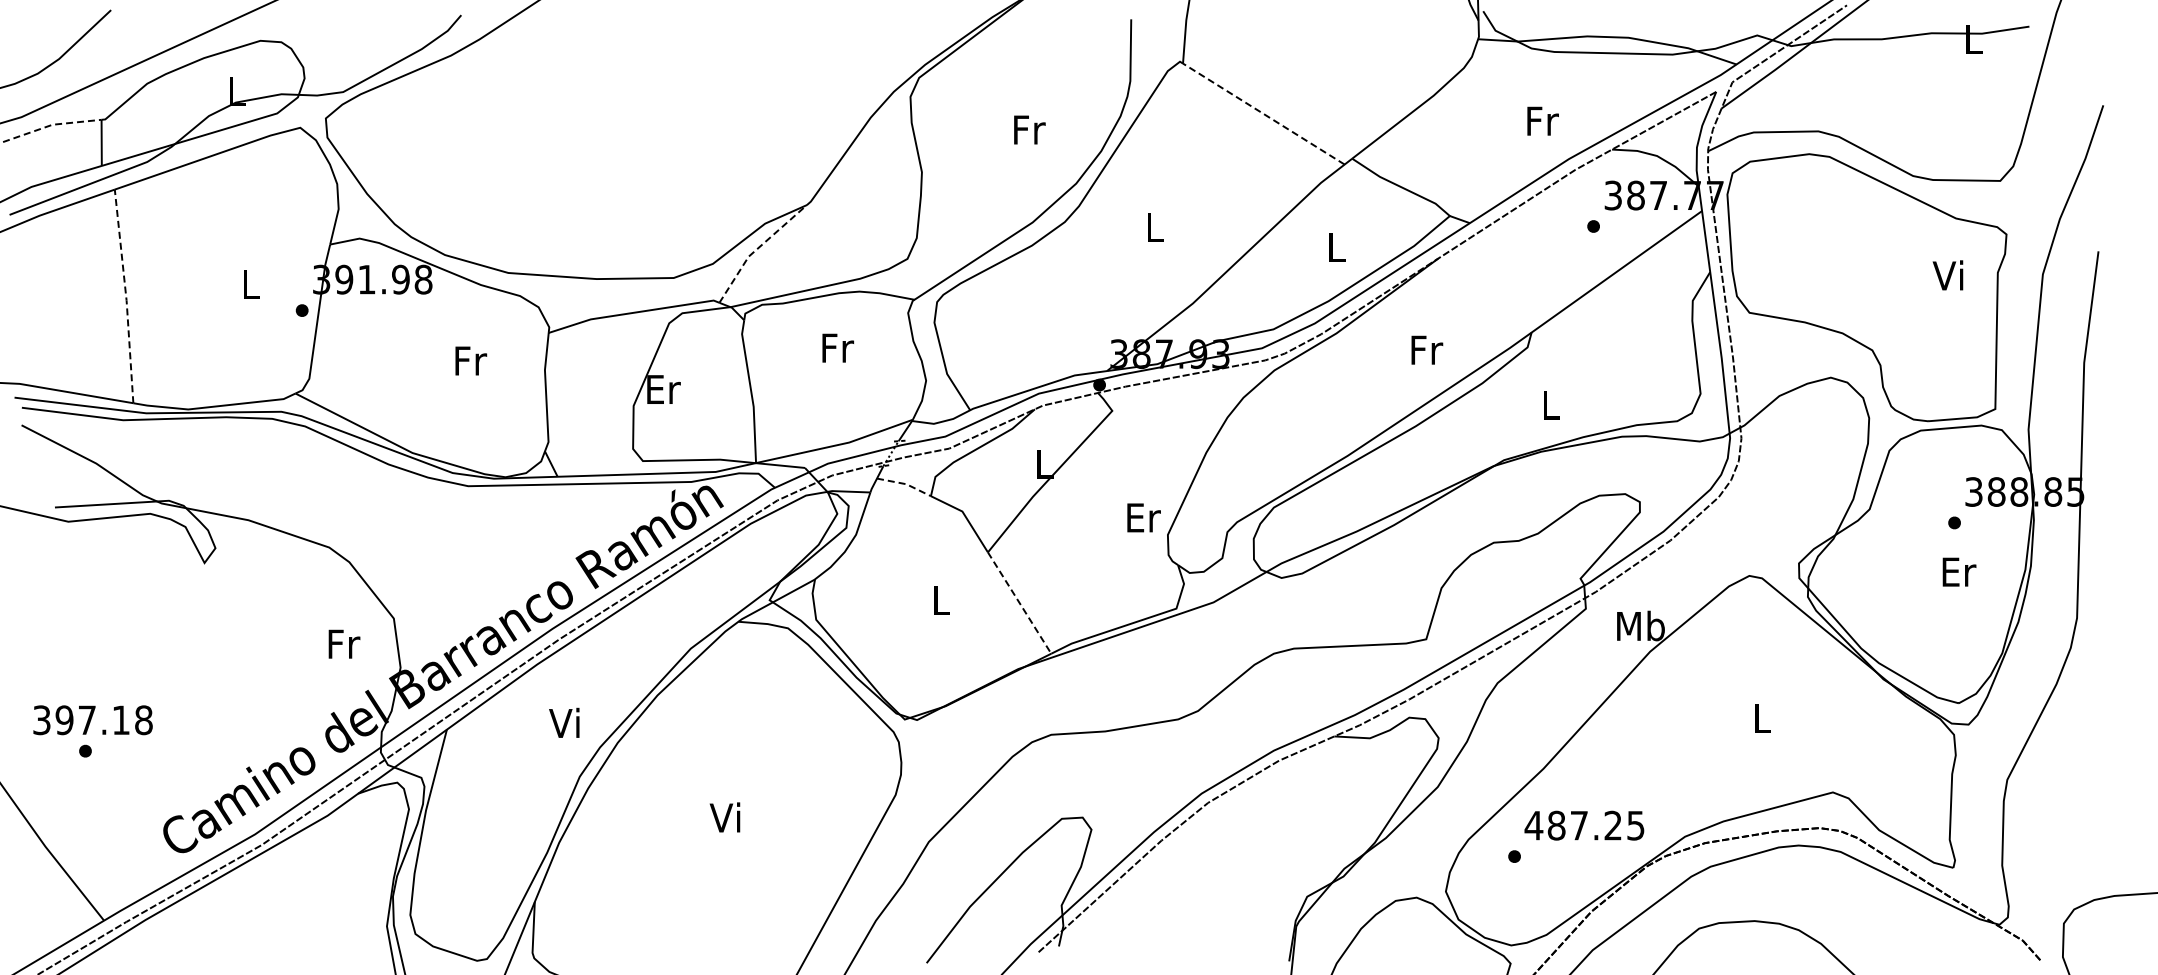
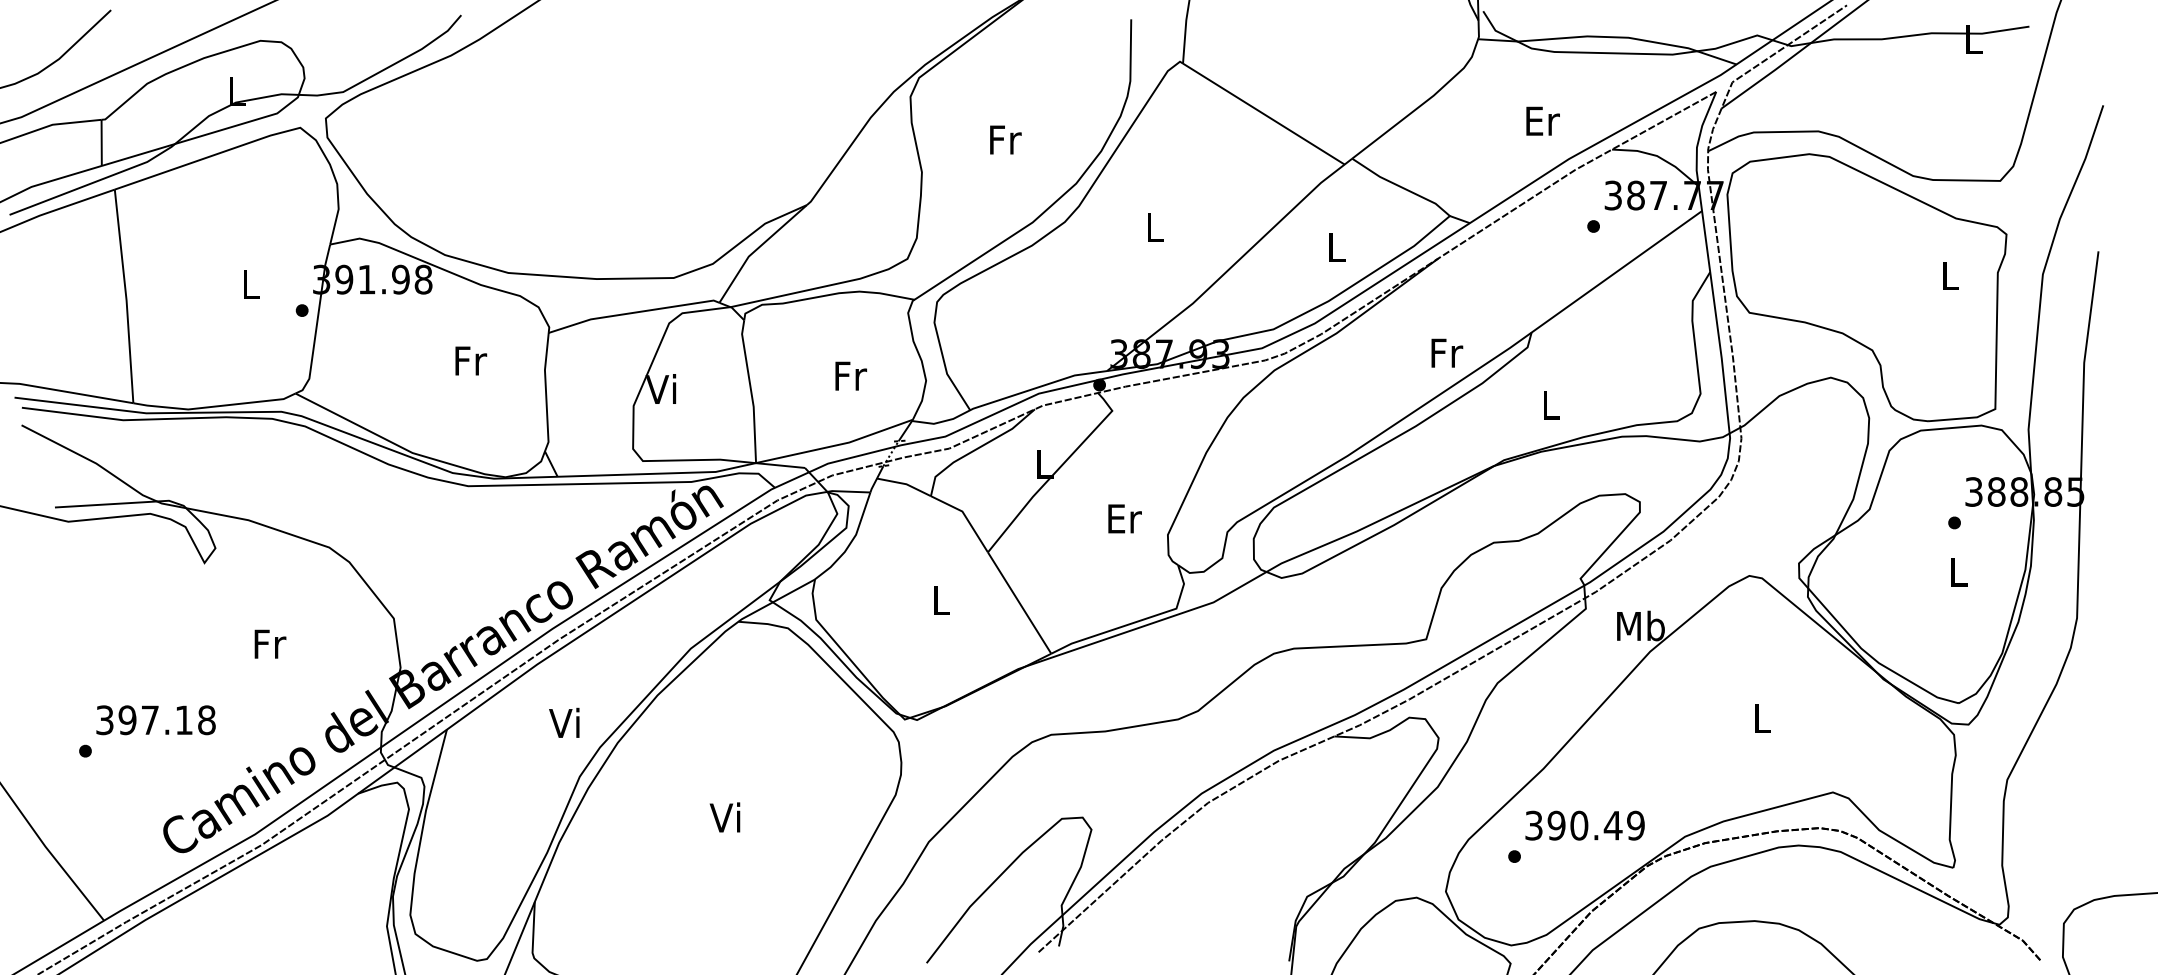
line at (1263, 113): dashed -> solid
text at (1542, 120): Fr -> Er
line at (50, 125): dashed -> solid
text at (1029, 129) position: (1029, 129) -> (1005, 139)
line at (756, 249): dashed -> solid
text at (1947, 275): Vi -> L
line at (126, 296): dashed -> solid
text at (837, 347) position: (837, 347) -> (850, 375)
text at (1427, 349) position: (1427, 349) -> (1447, 352)
text at (662, 388): Er -> Vi
line at (905, 484): dashed -> solid
text at (1143, 517) position: (1143, 517) -> (1124, 518)
text at (1959, 571): Er -> L
line at (1019, 603): dashed -> solid
text at (344, 643) position: (344, 643) -> (270, 643)
text at (92, 720) position: (92, 720) -> (155, 720)
text at (1584, 825): 487.25 -> 390.49
